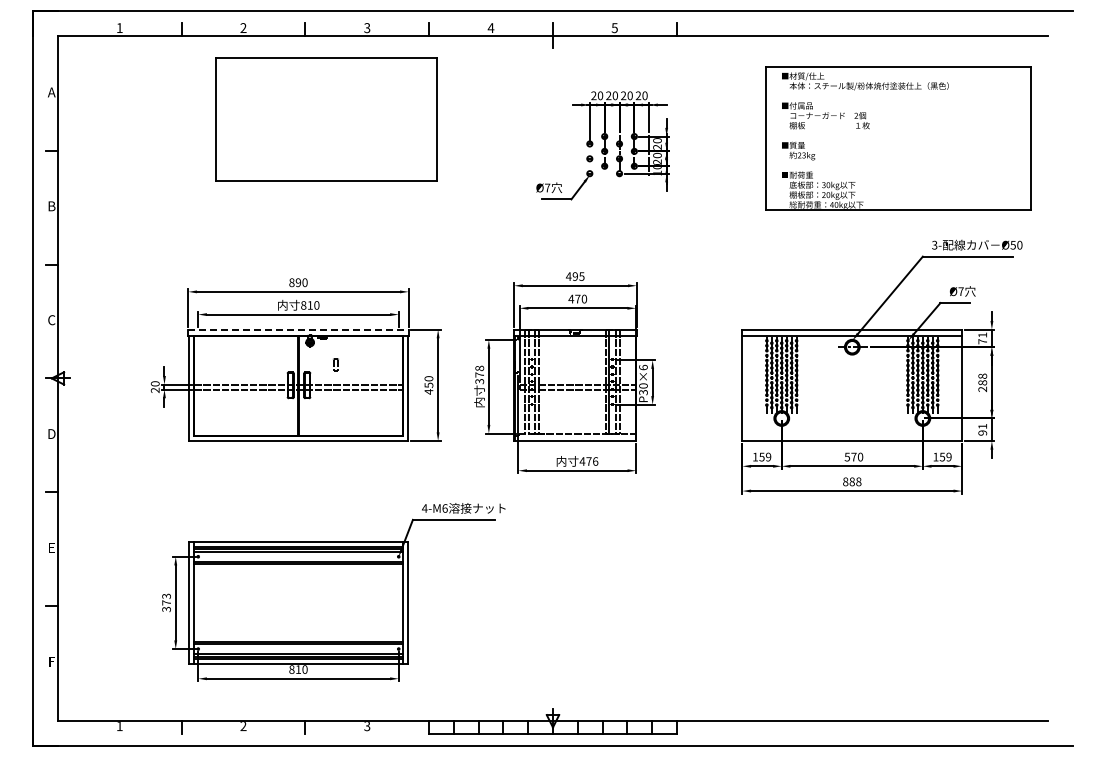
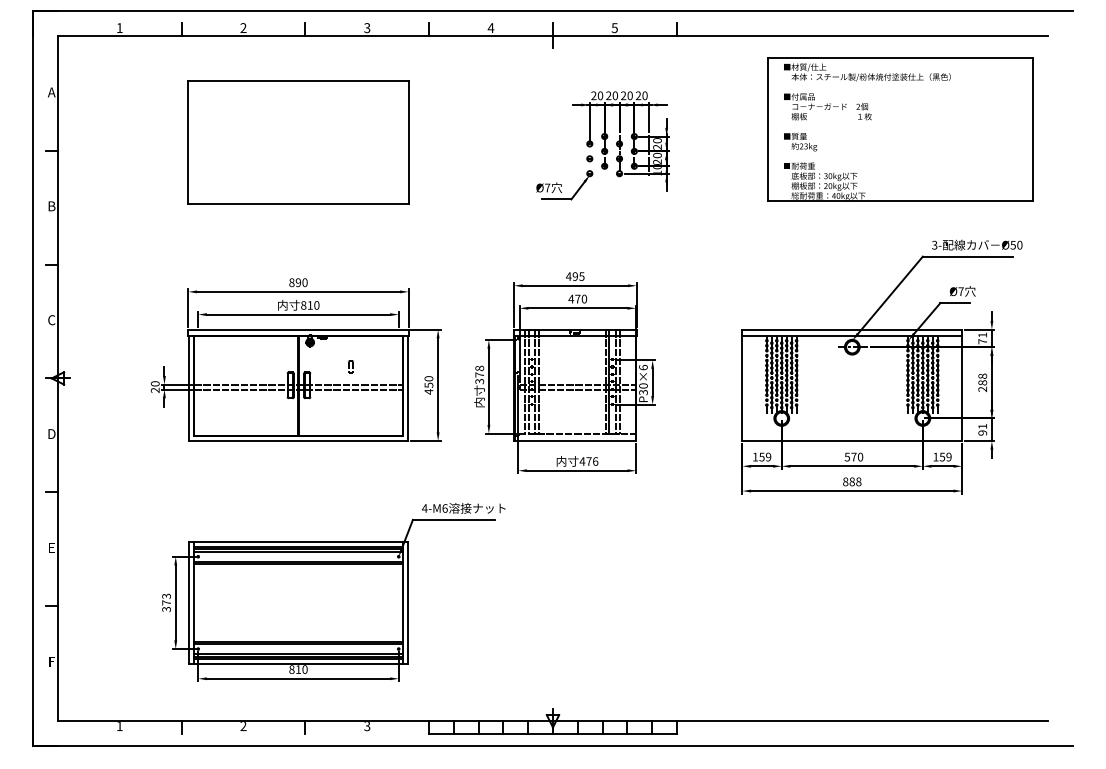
part at (326, 119) position: (326, 119) -> (298, 142)
part at (898, 138) position: (898, 138) -> (900, 129)
line at (299, 329): dashed -> solid
part at (335, 364) position: (335, 364) -> (350, 366)
